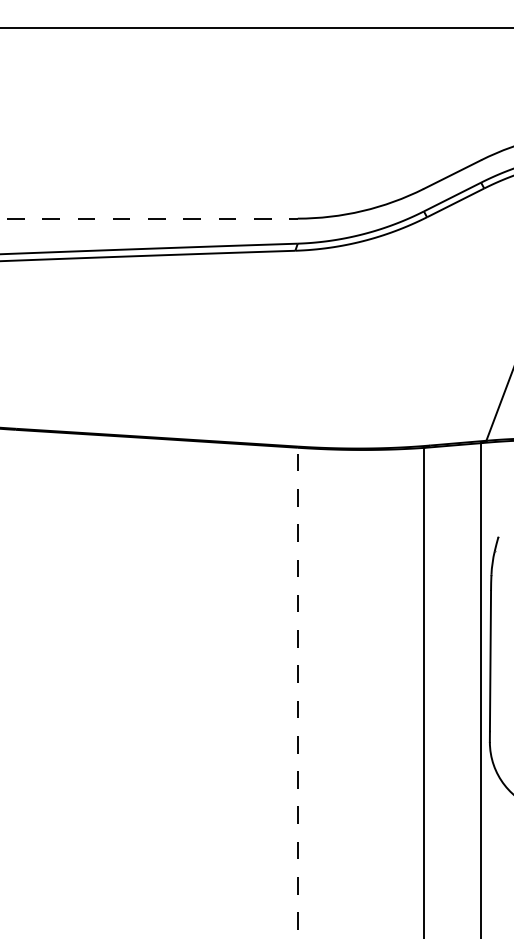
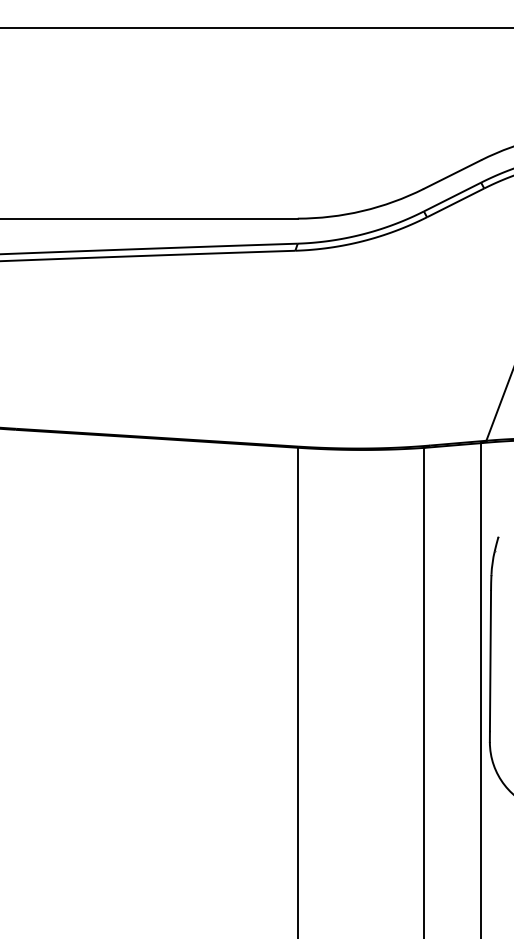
line at (149, 218): dashed -> solid
line at (297, 692): dashed -> solid
